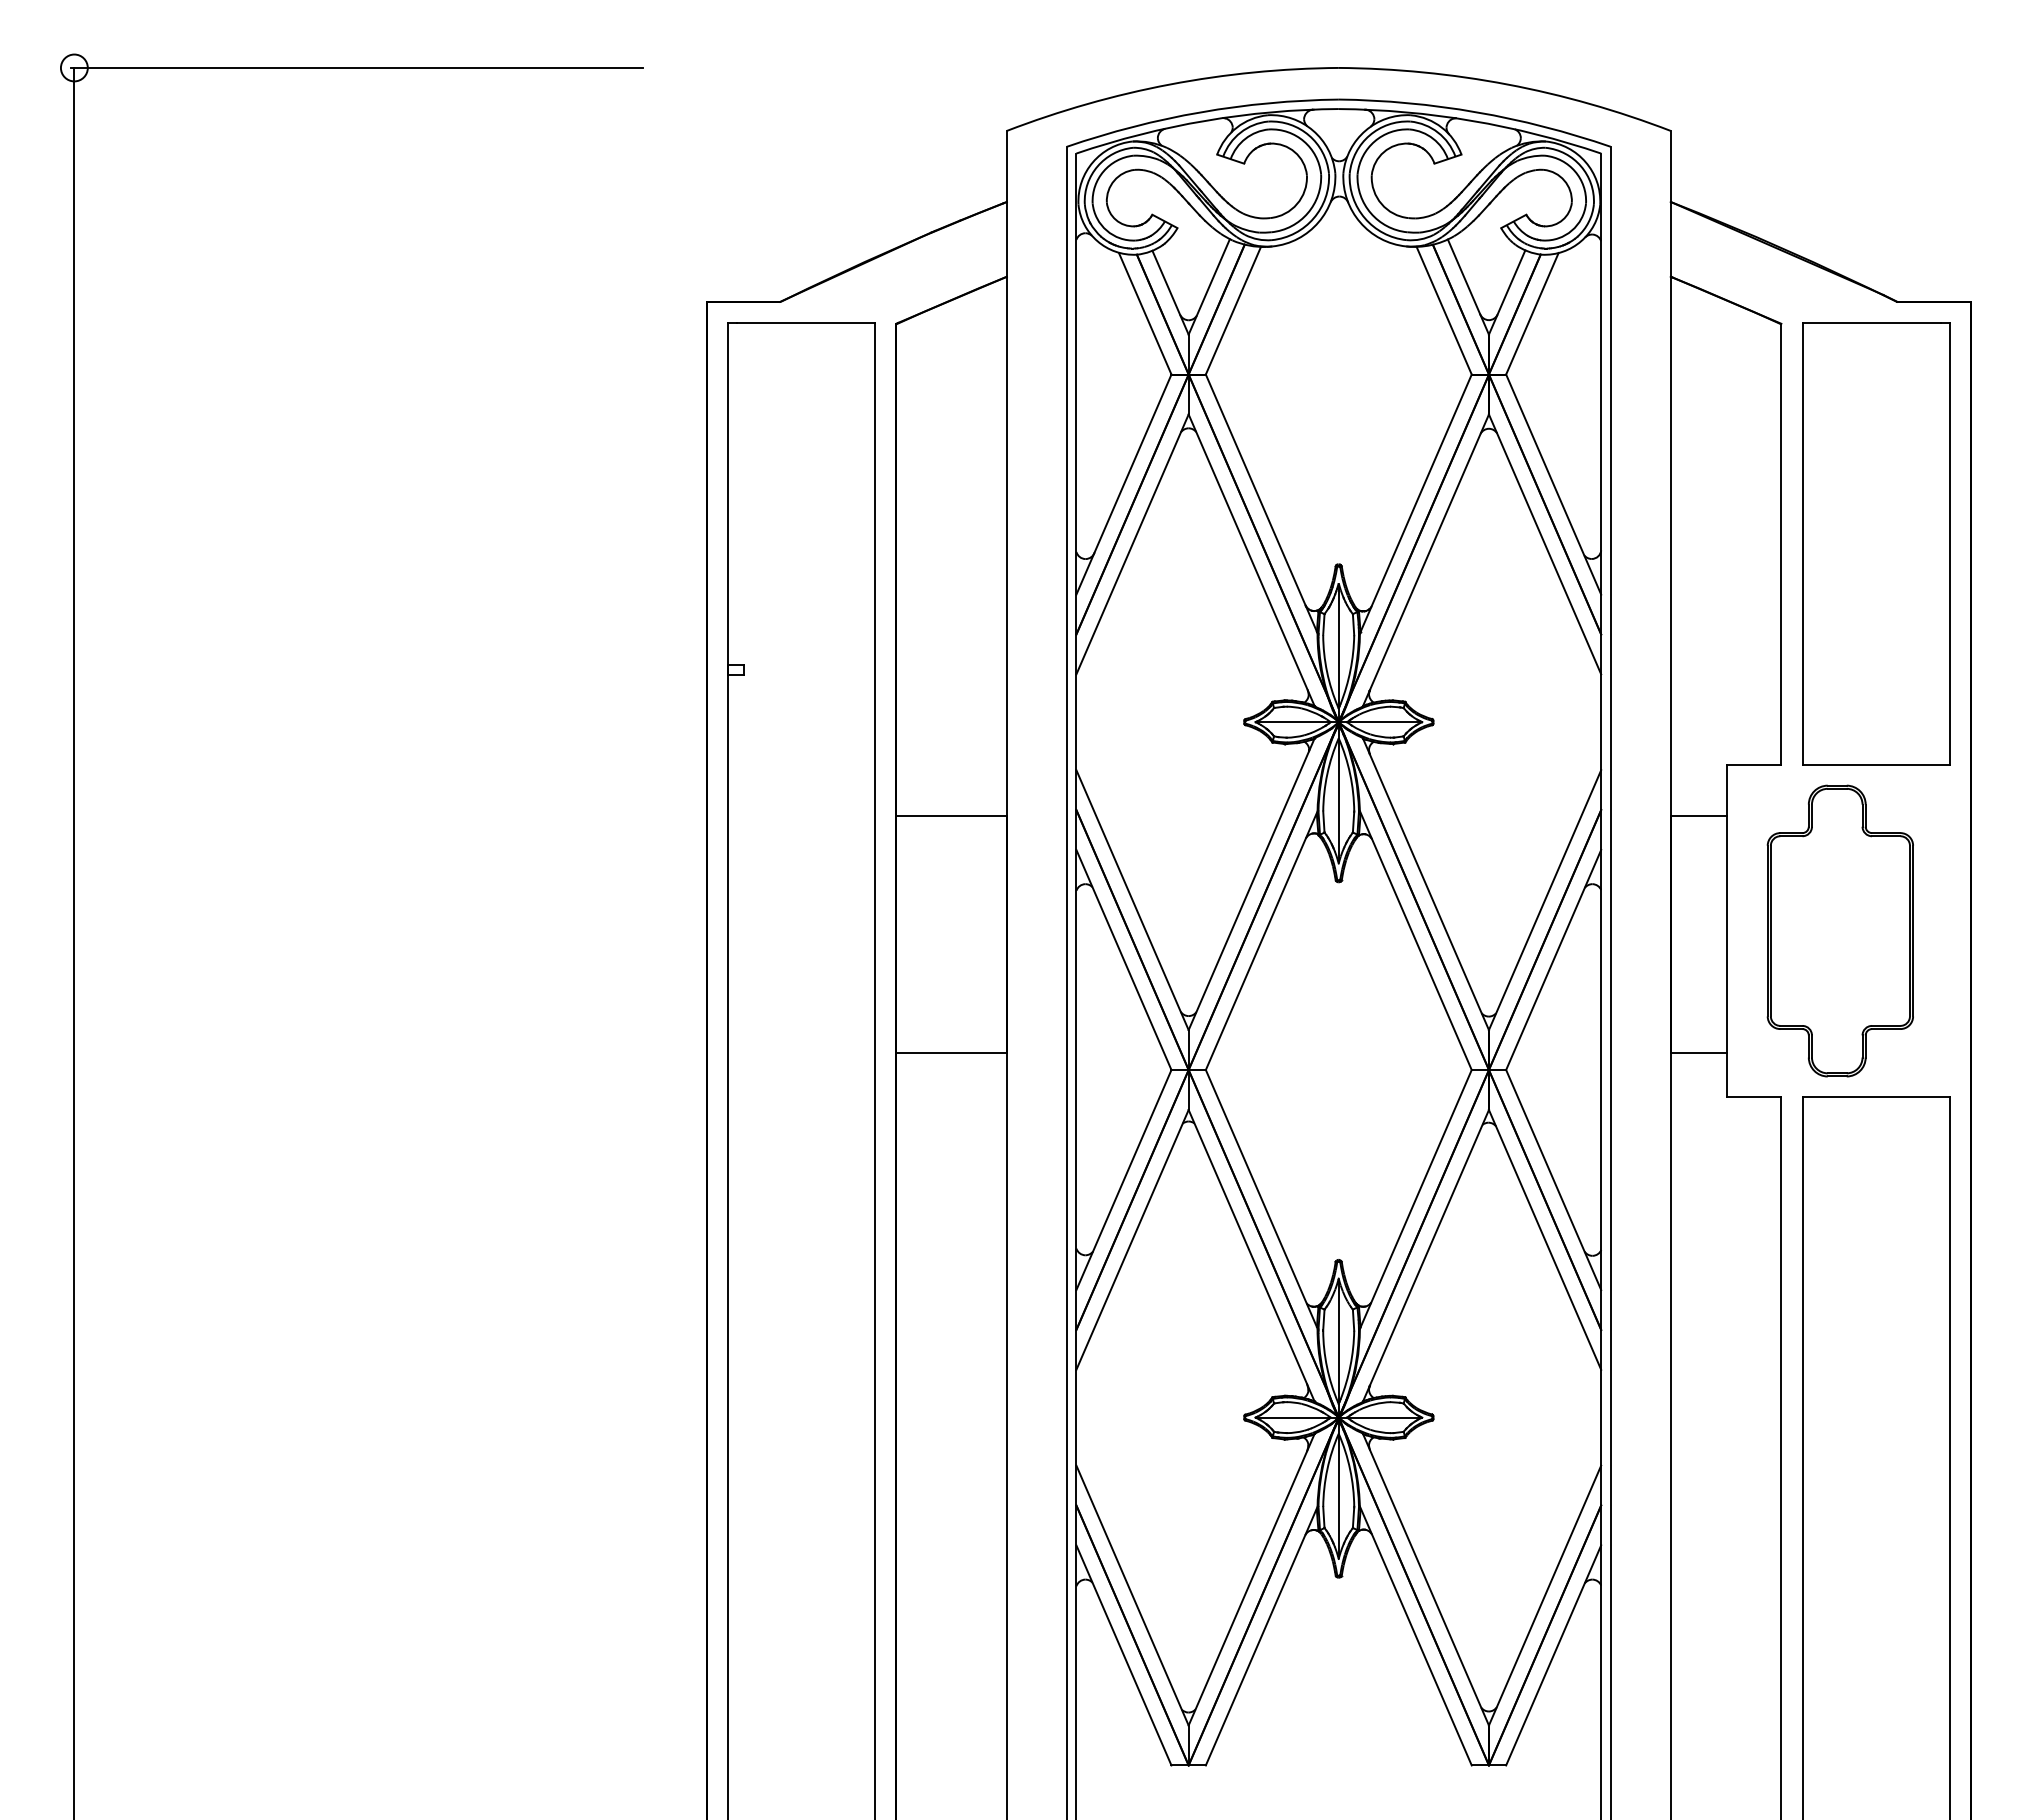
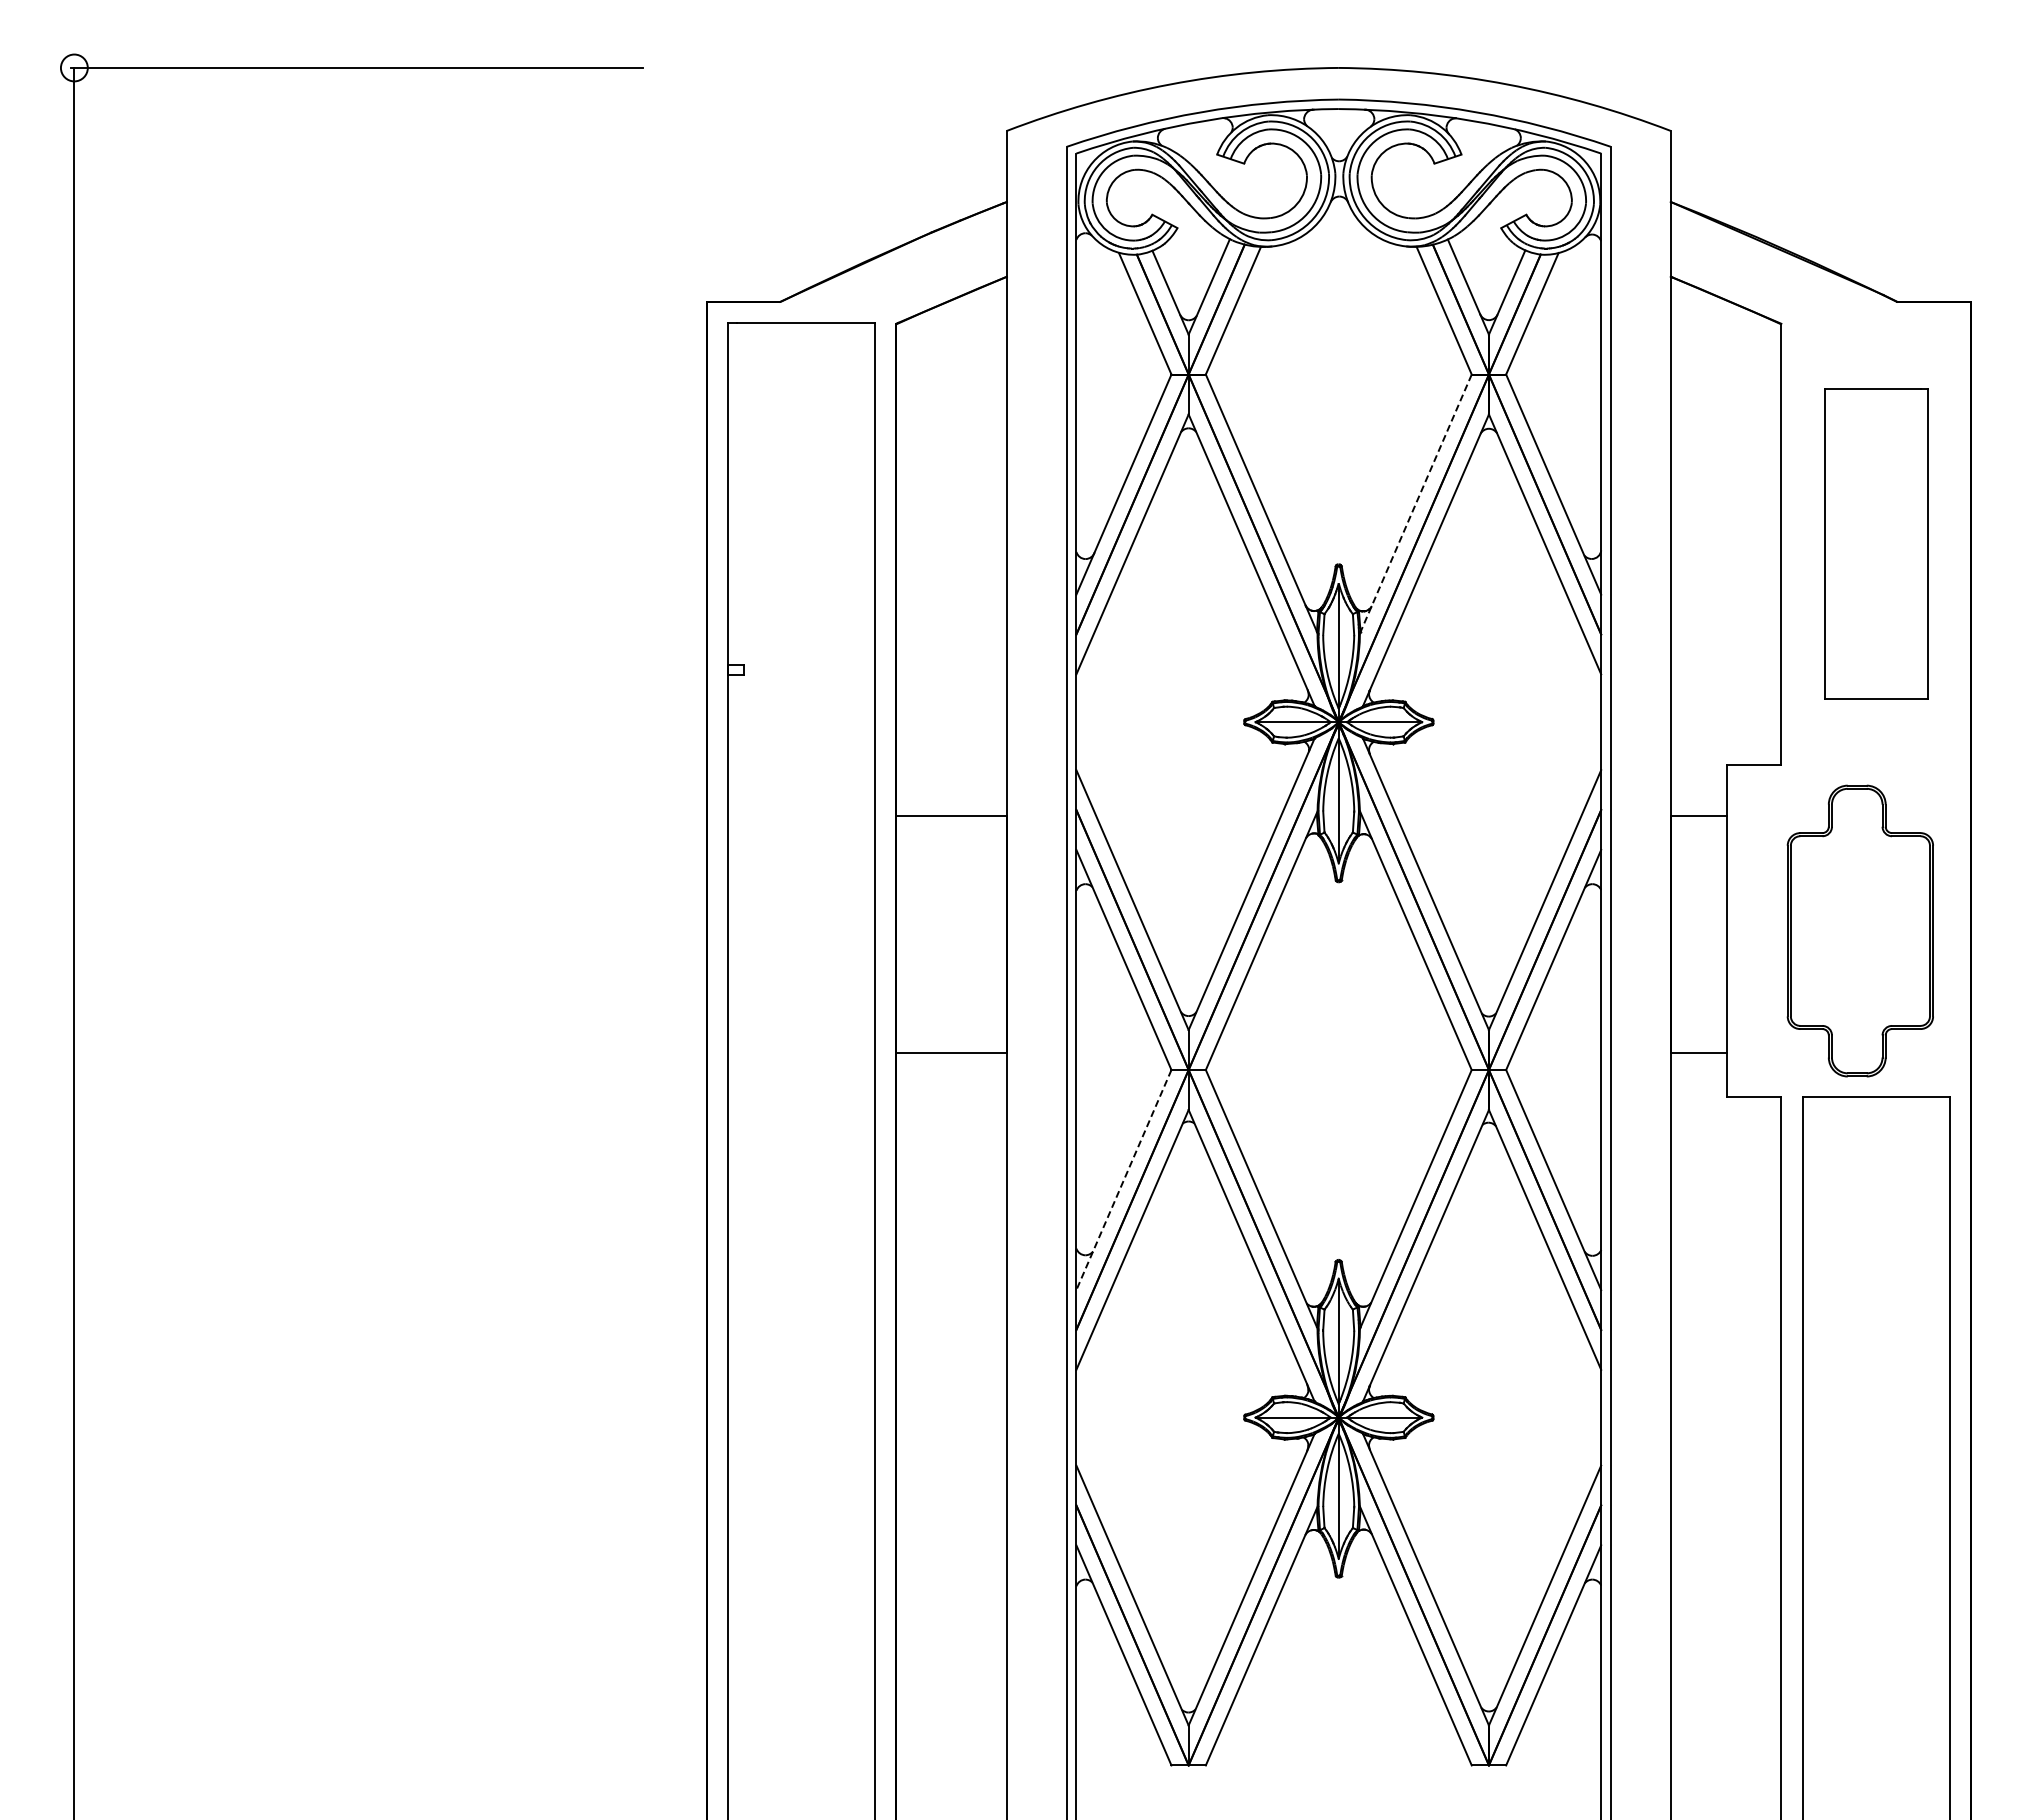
line at (1415, 504): solid -> dashed
part at (1876, 543) size: 149x444 px -> 105x312 px
part at (1839, 930) position: (1839, 930) -> (1859, 930)
line at (1123, 1180): solid -> dashed
